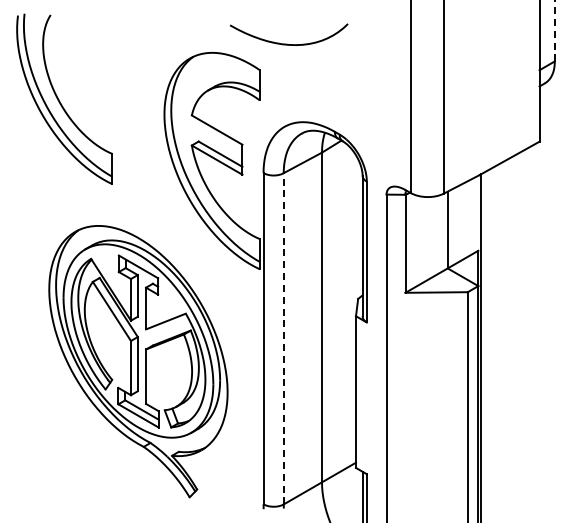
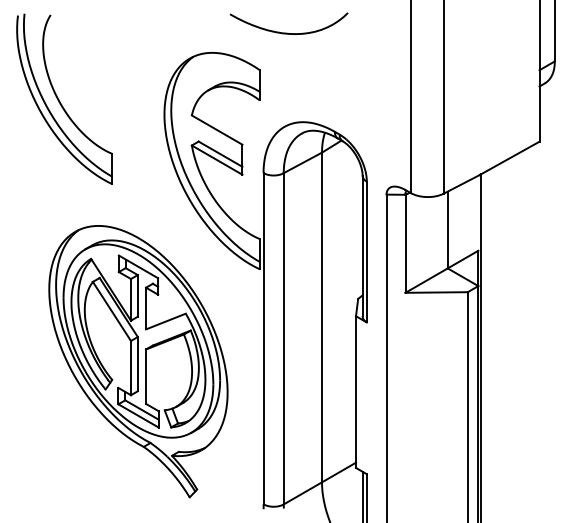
line at (554, 30): dashed -> solid
curve at (287, 43) position: (287, 43) -> (287, 32)
line at (283, 338): dashed -> solid
